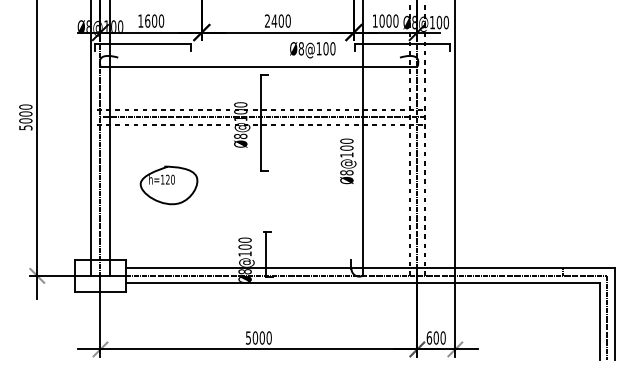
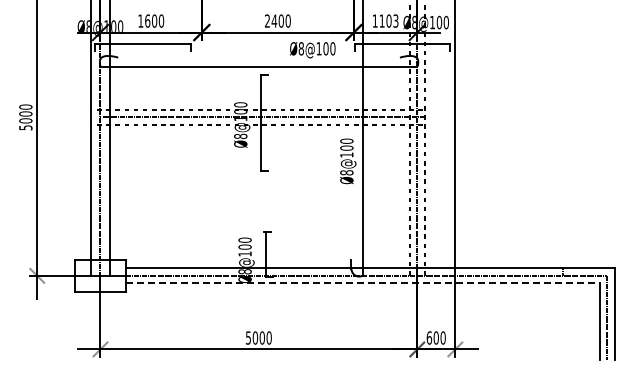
text at (388, 20): 1000 -> 1103
part at (168, 185): present -> none
line at (362, 283): solid -> dashed
